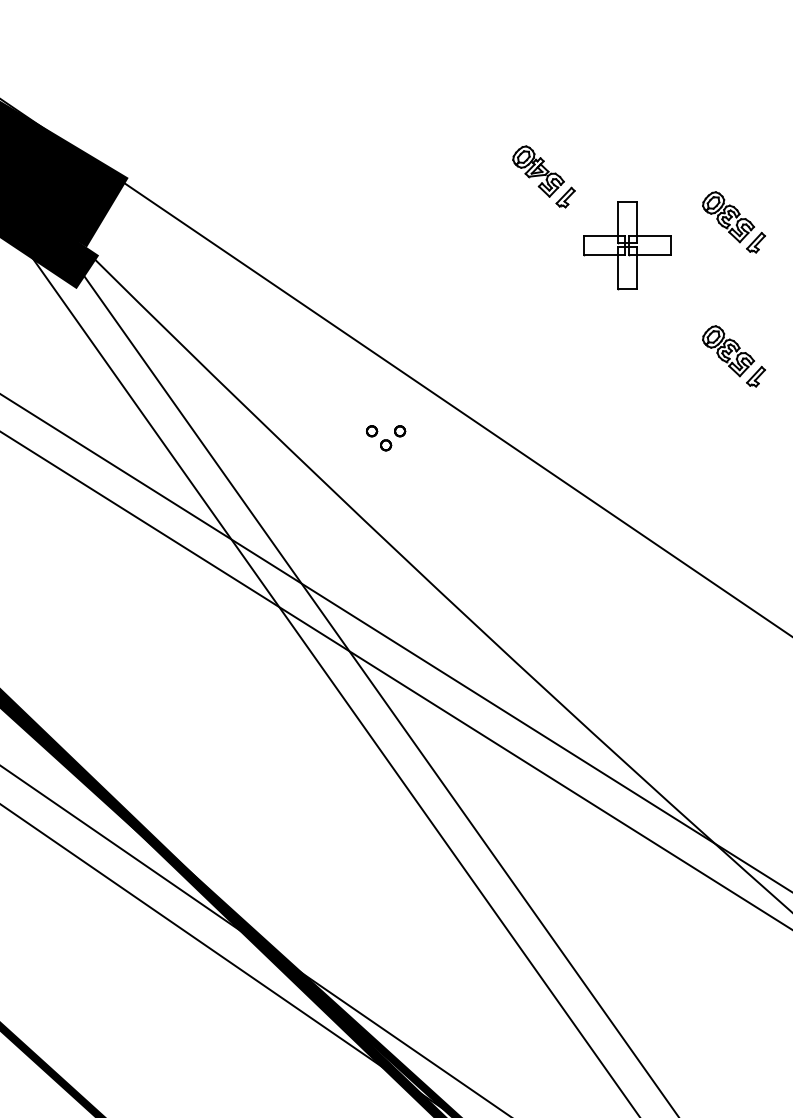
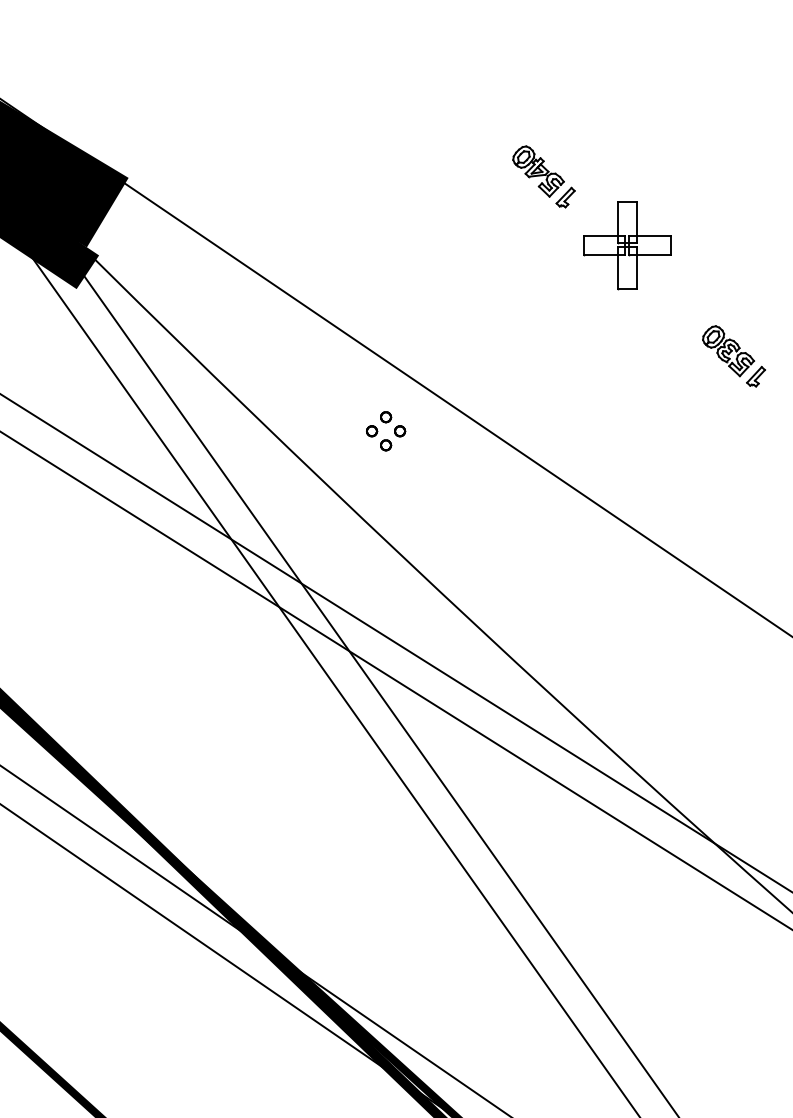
part at (733, 222): present -> none
part at (386, 417): none -> present
